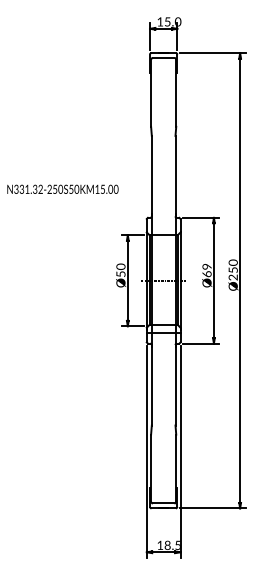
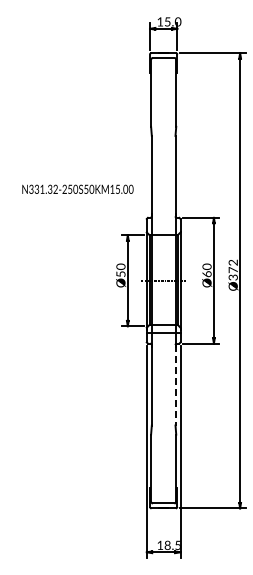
text at (62, 188) position: (62, 188) -> (77, 188)
text at (208, 266): Ø69 -> Ø60
text at (232, 269): Ø250 -> Ø372
line at (175, 385): solid -> dashed
